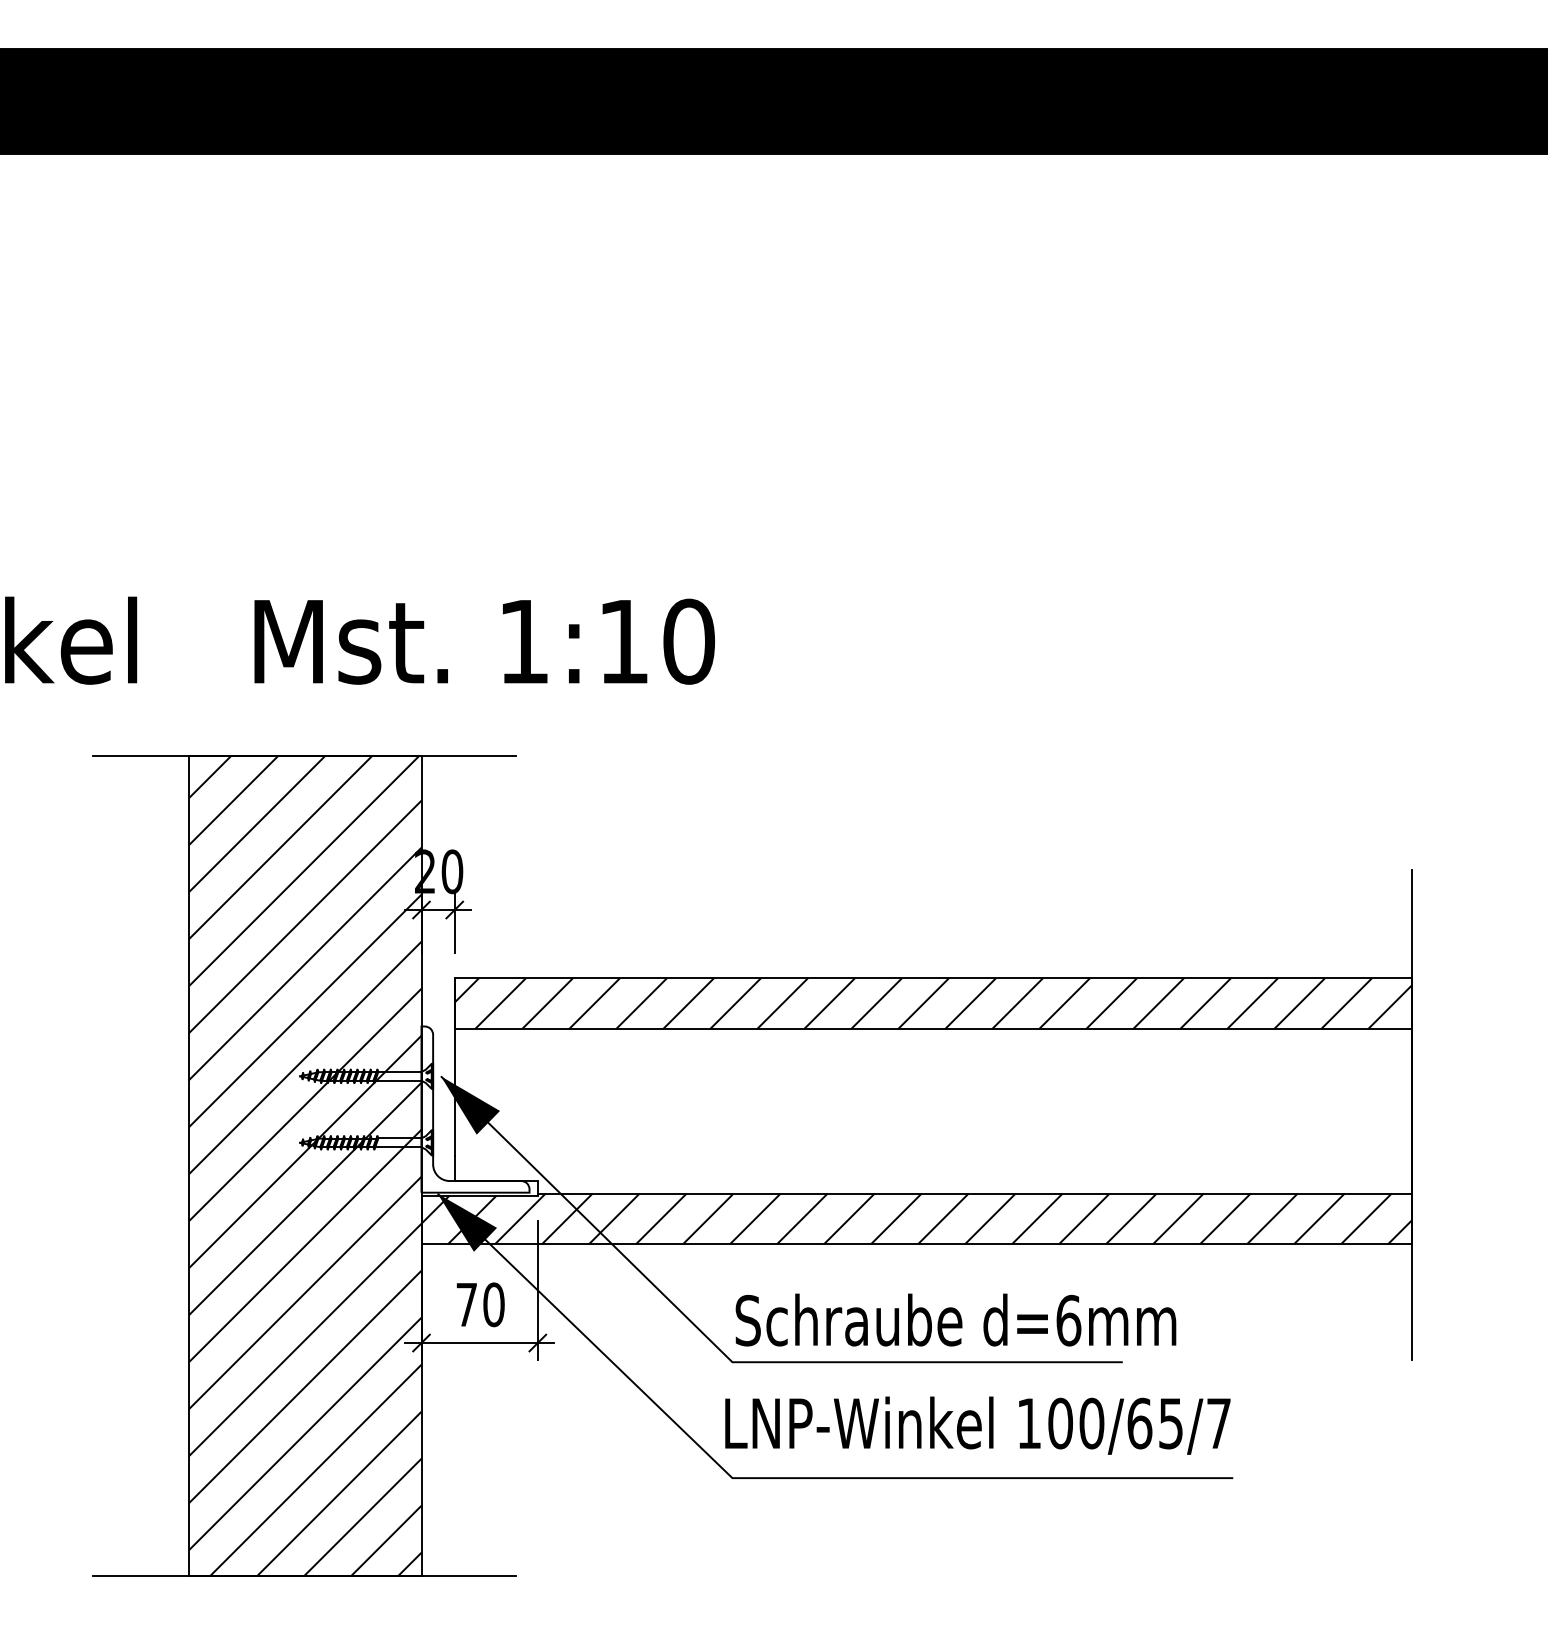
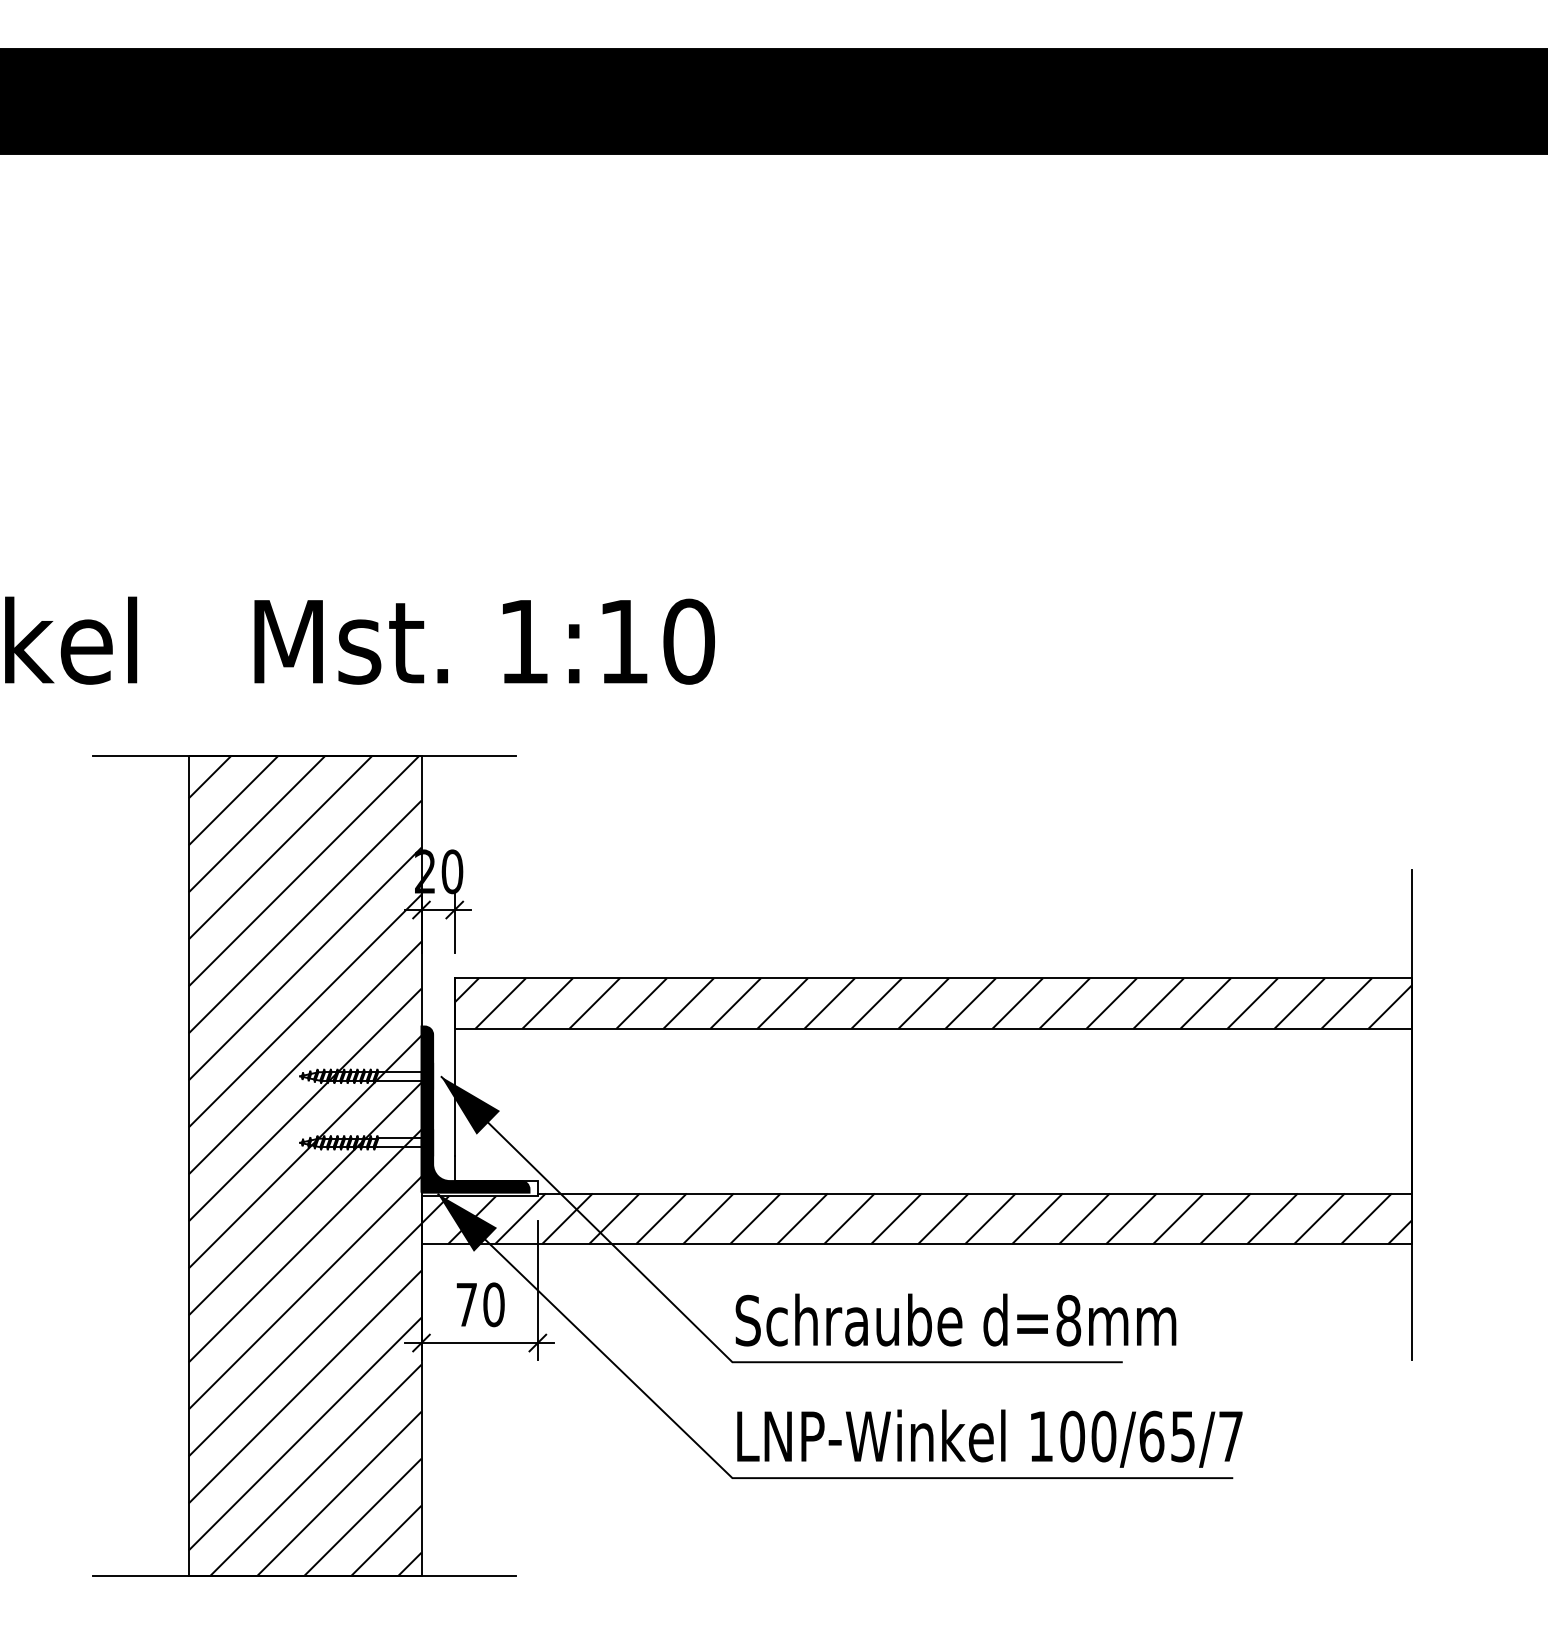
fill at (475, 1109): none -> present
text at (1068, 1320): d=6mm -> d=8mm
text at (977, 1425) position: (977, 1425) -> (989, 1438)
